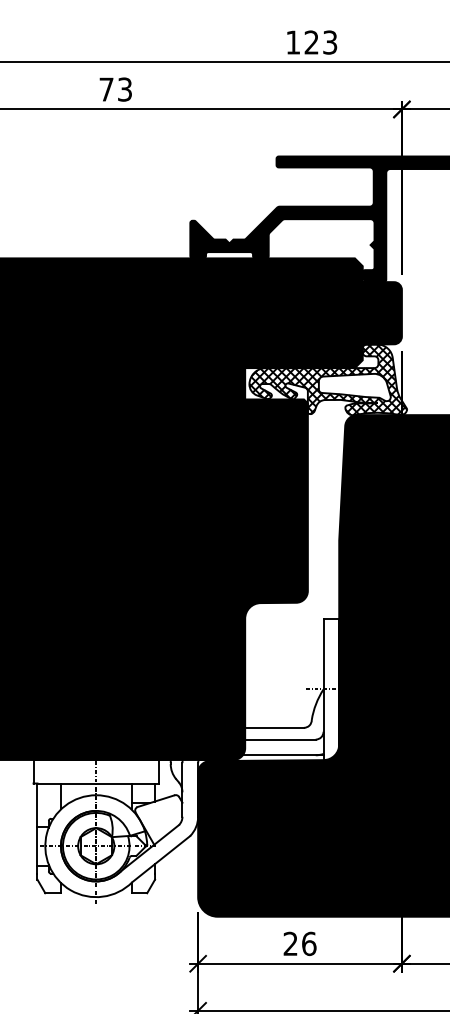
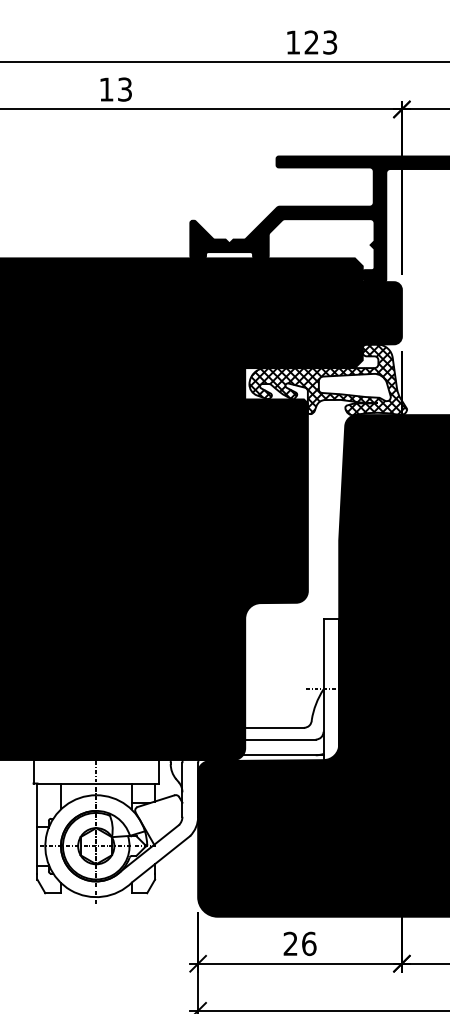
text at (106, 89): 73 -> 13
